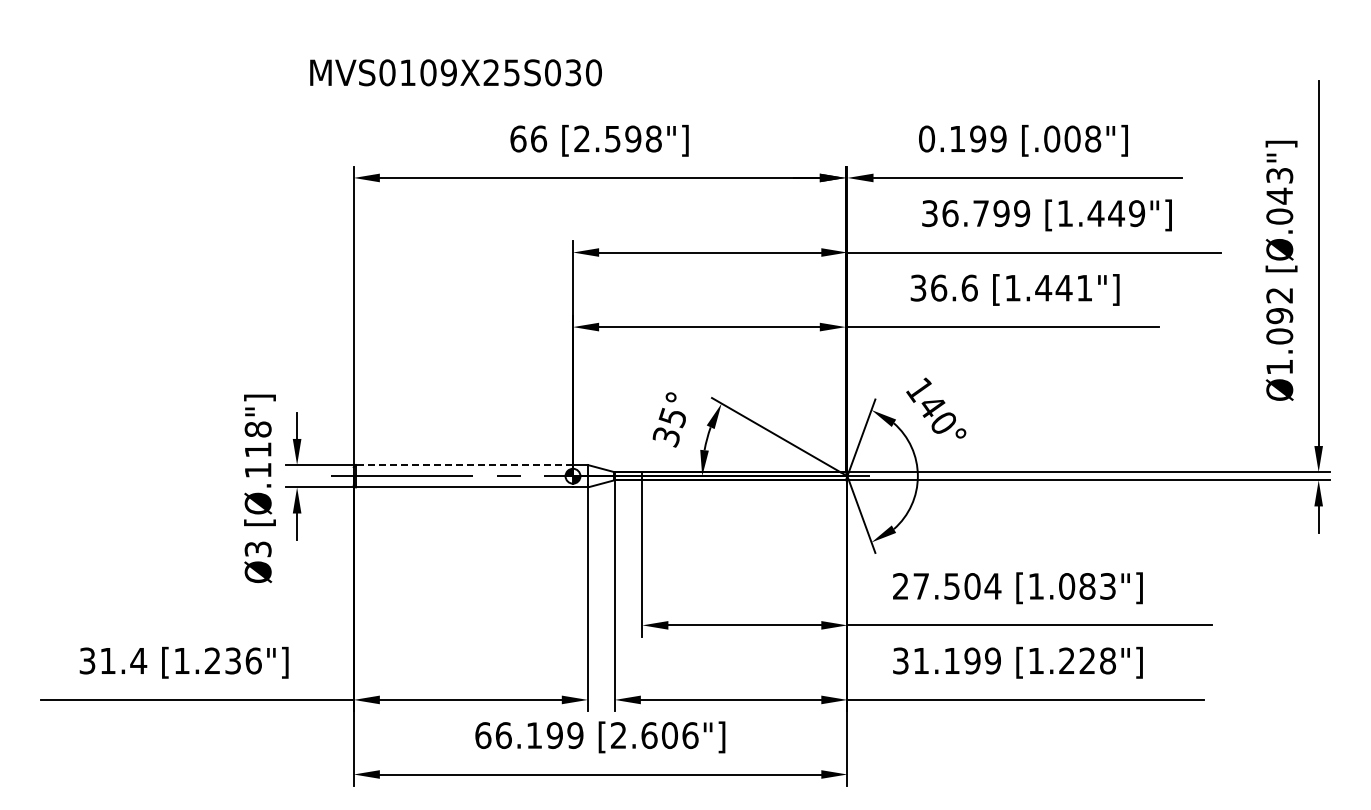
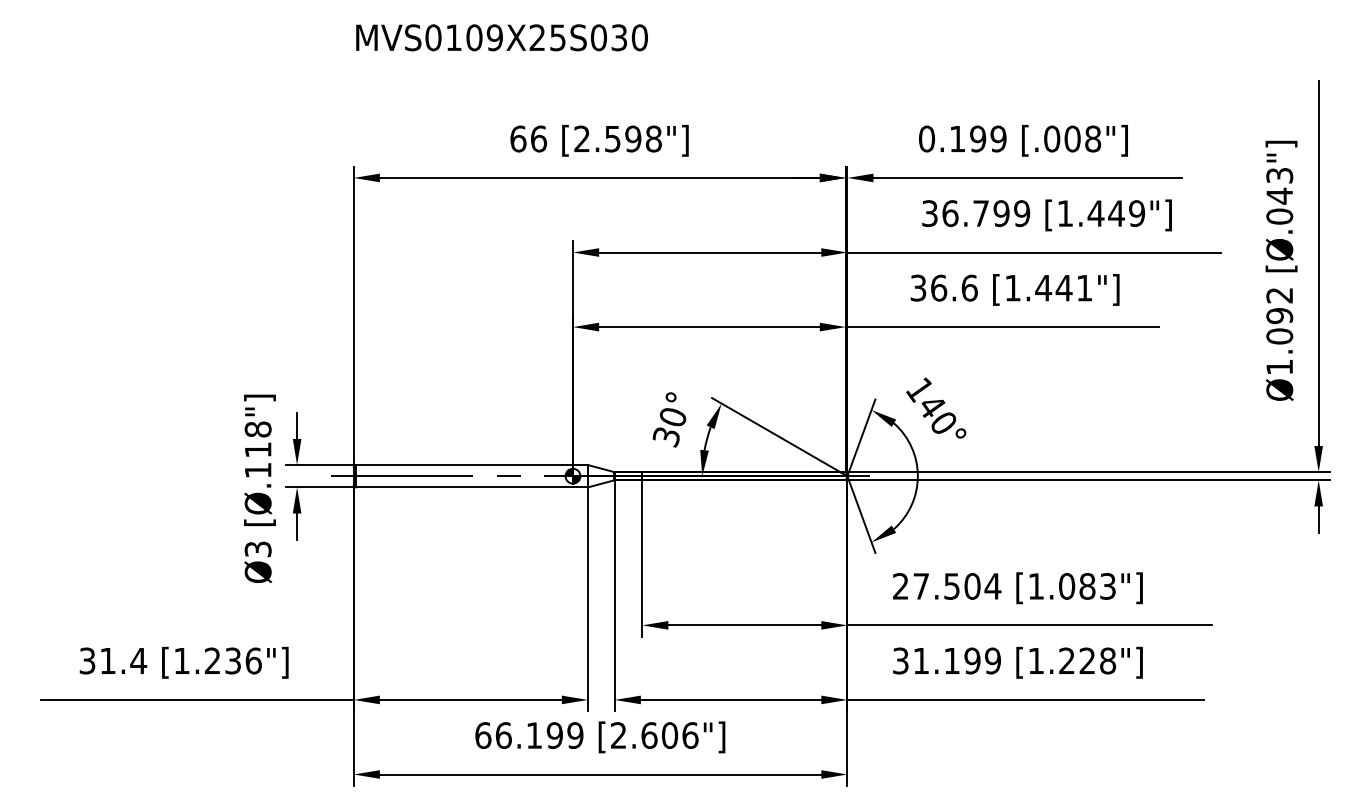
text at (455, 72) position: (455, 72) -> (501, 37)
text at (672, 417): 35° -> 30°
line at (464, 465): dashed -> solid
